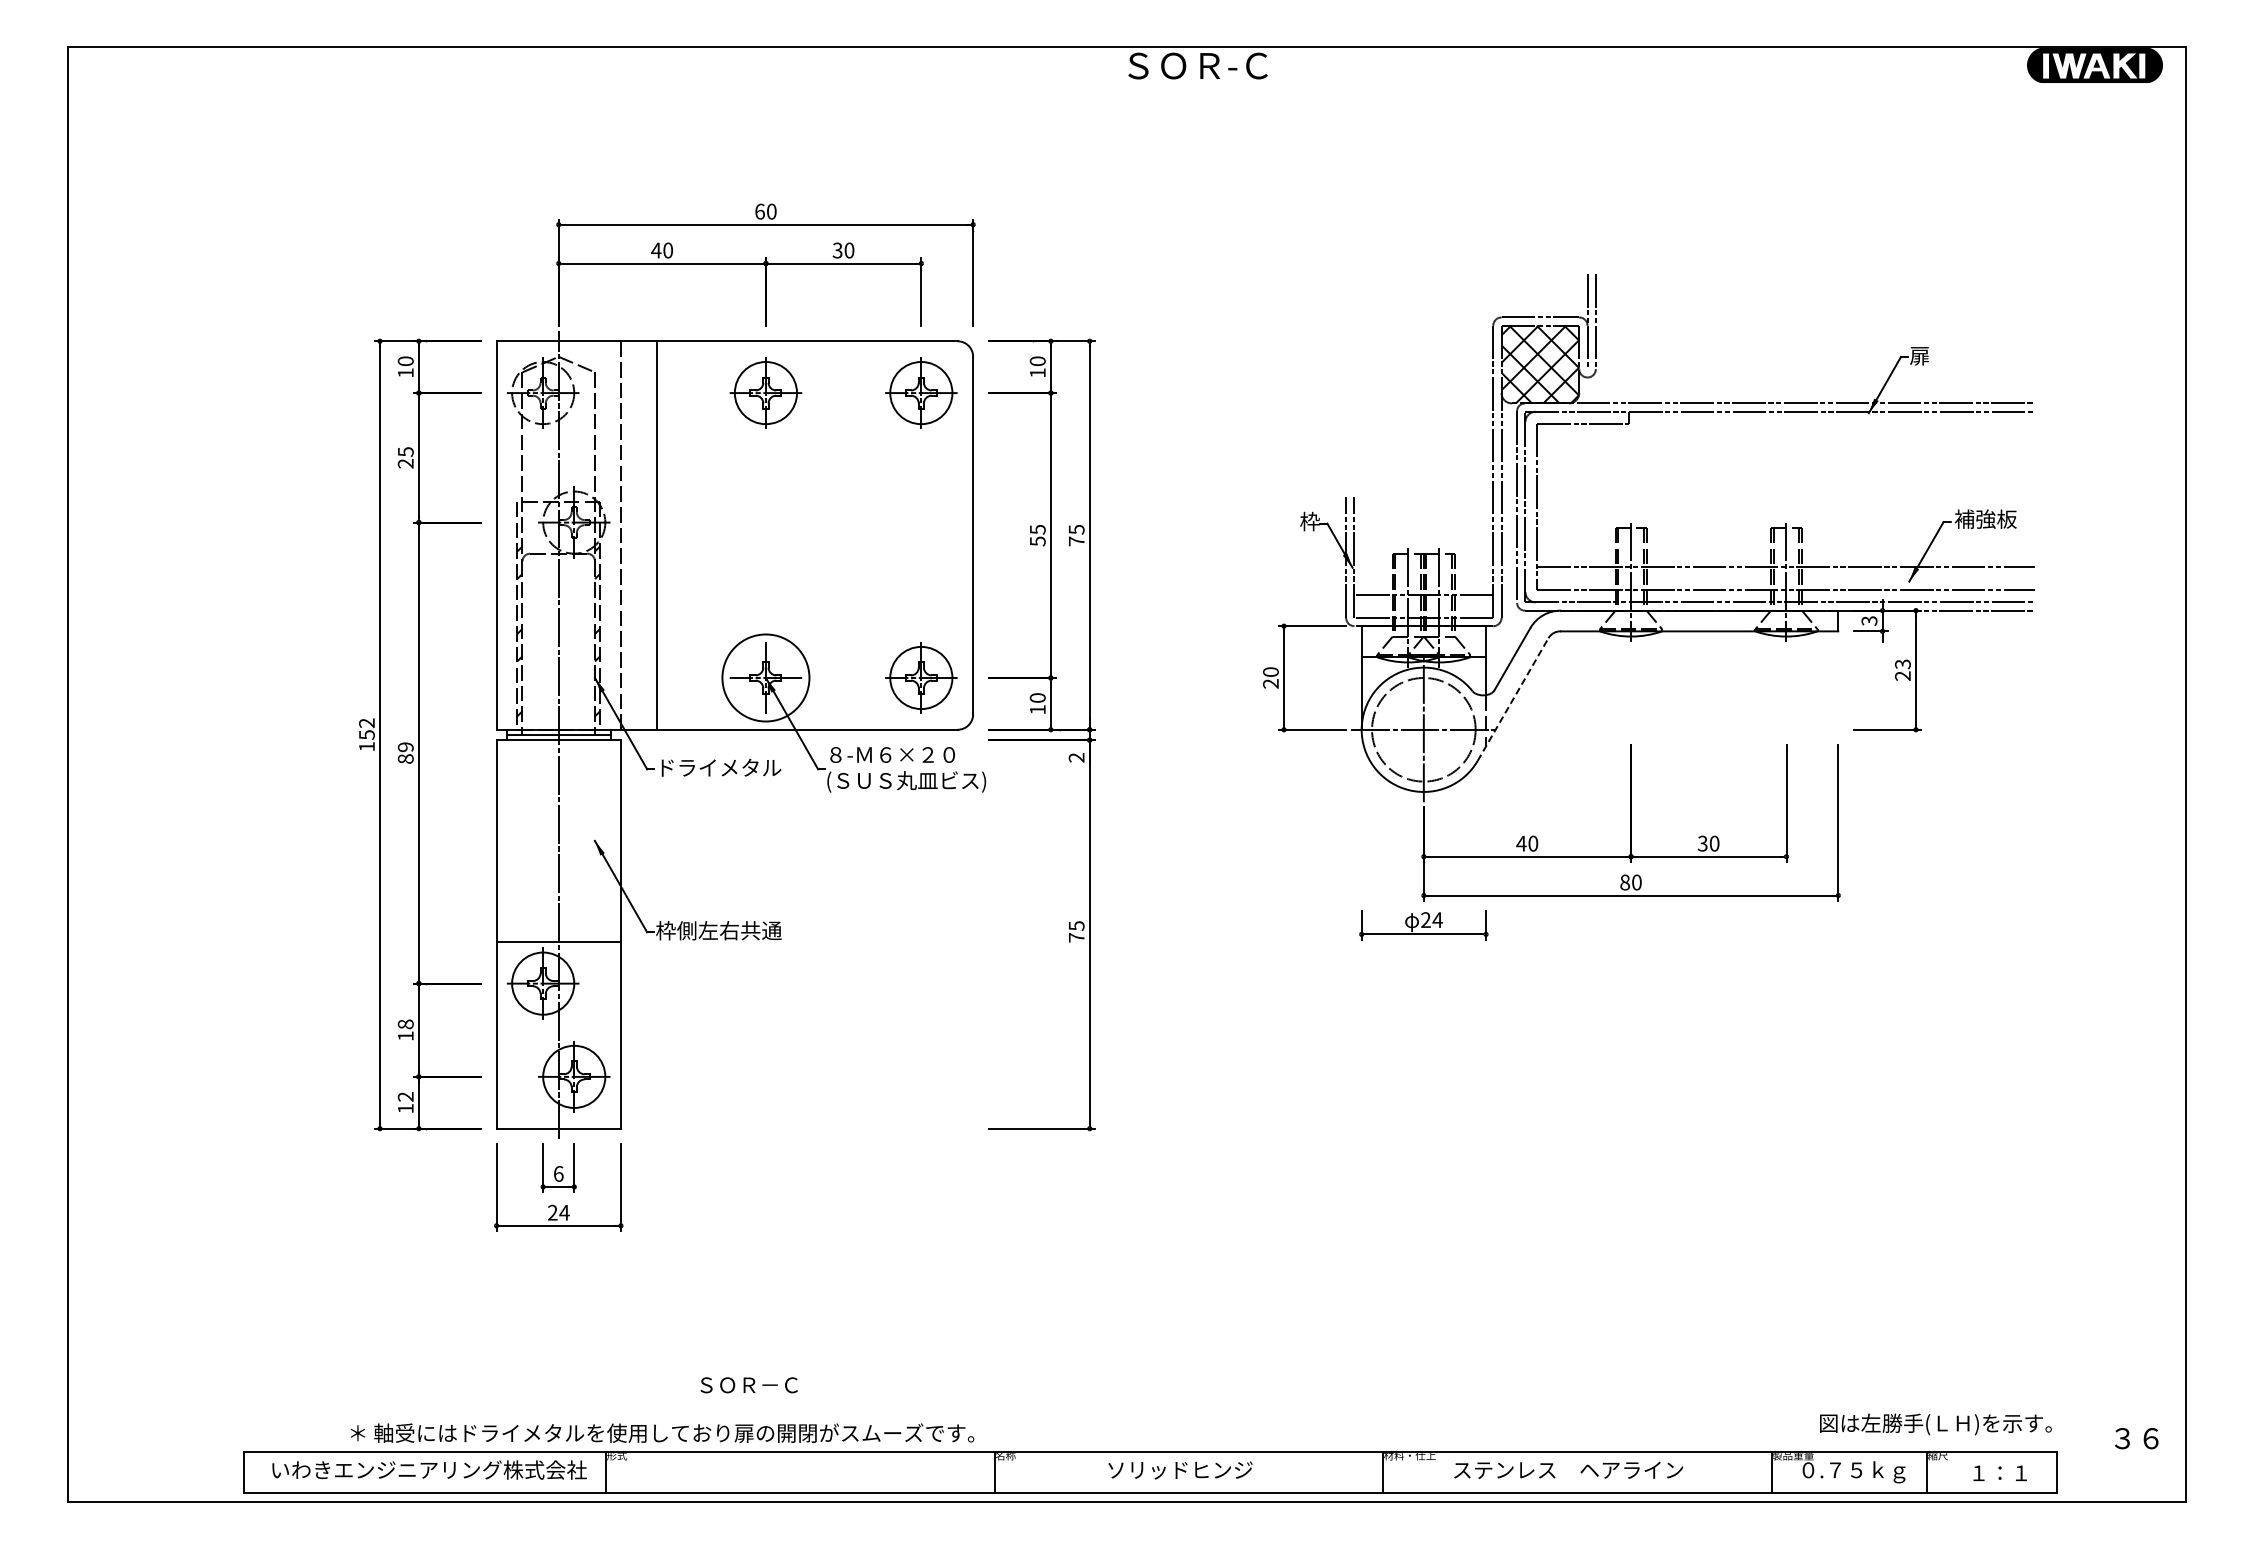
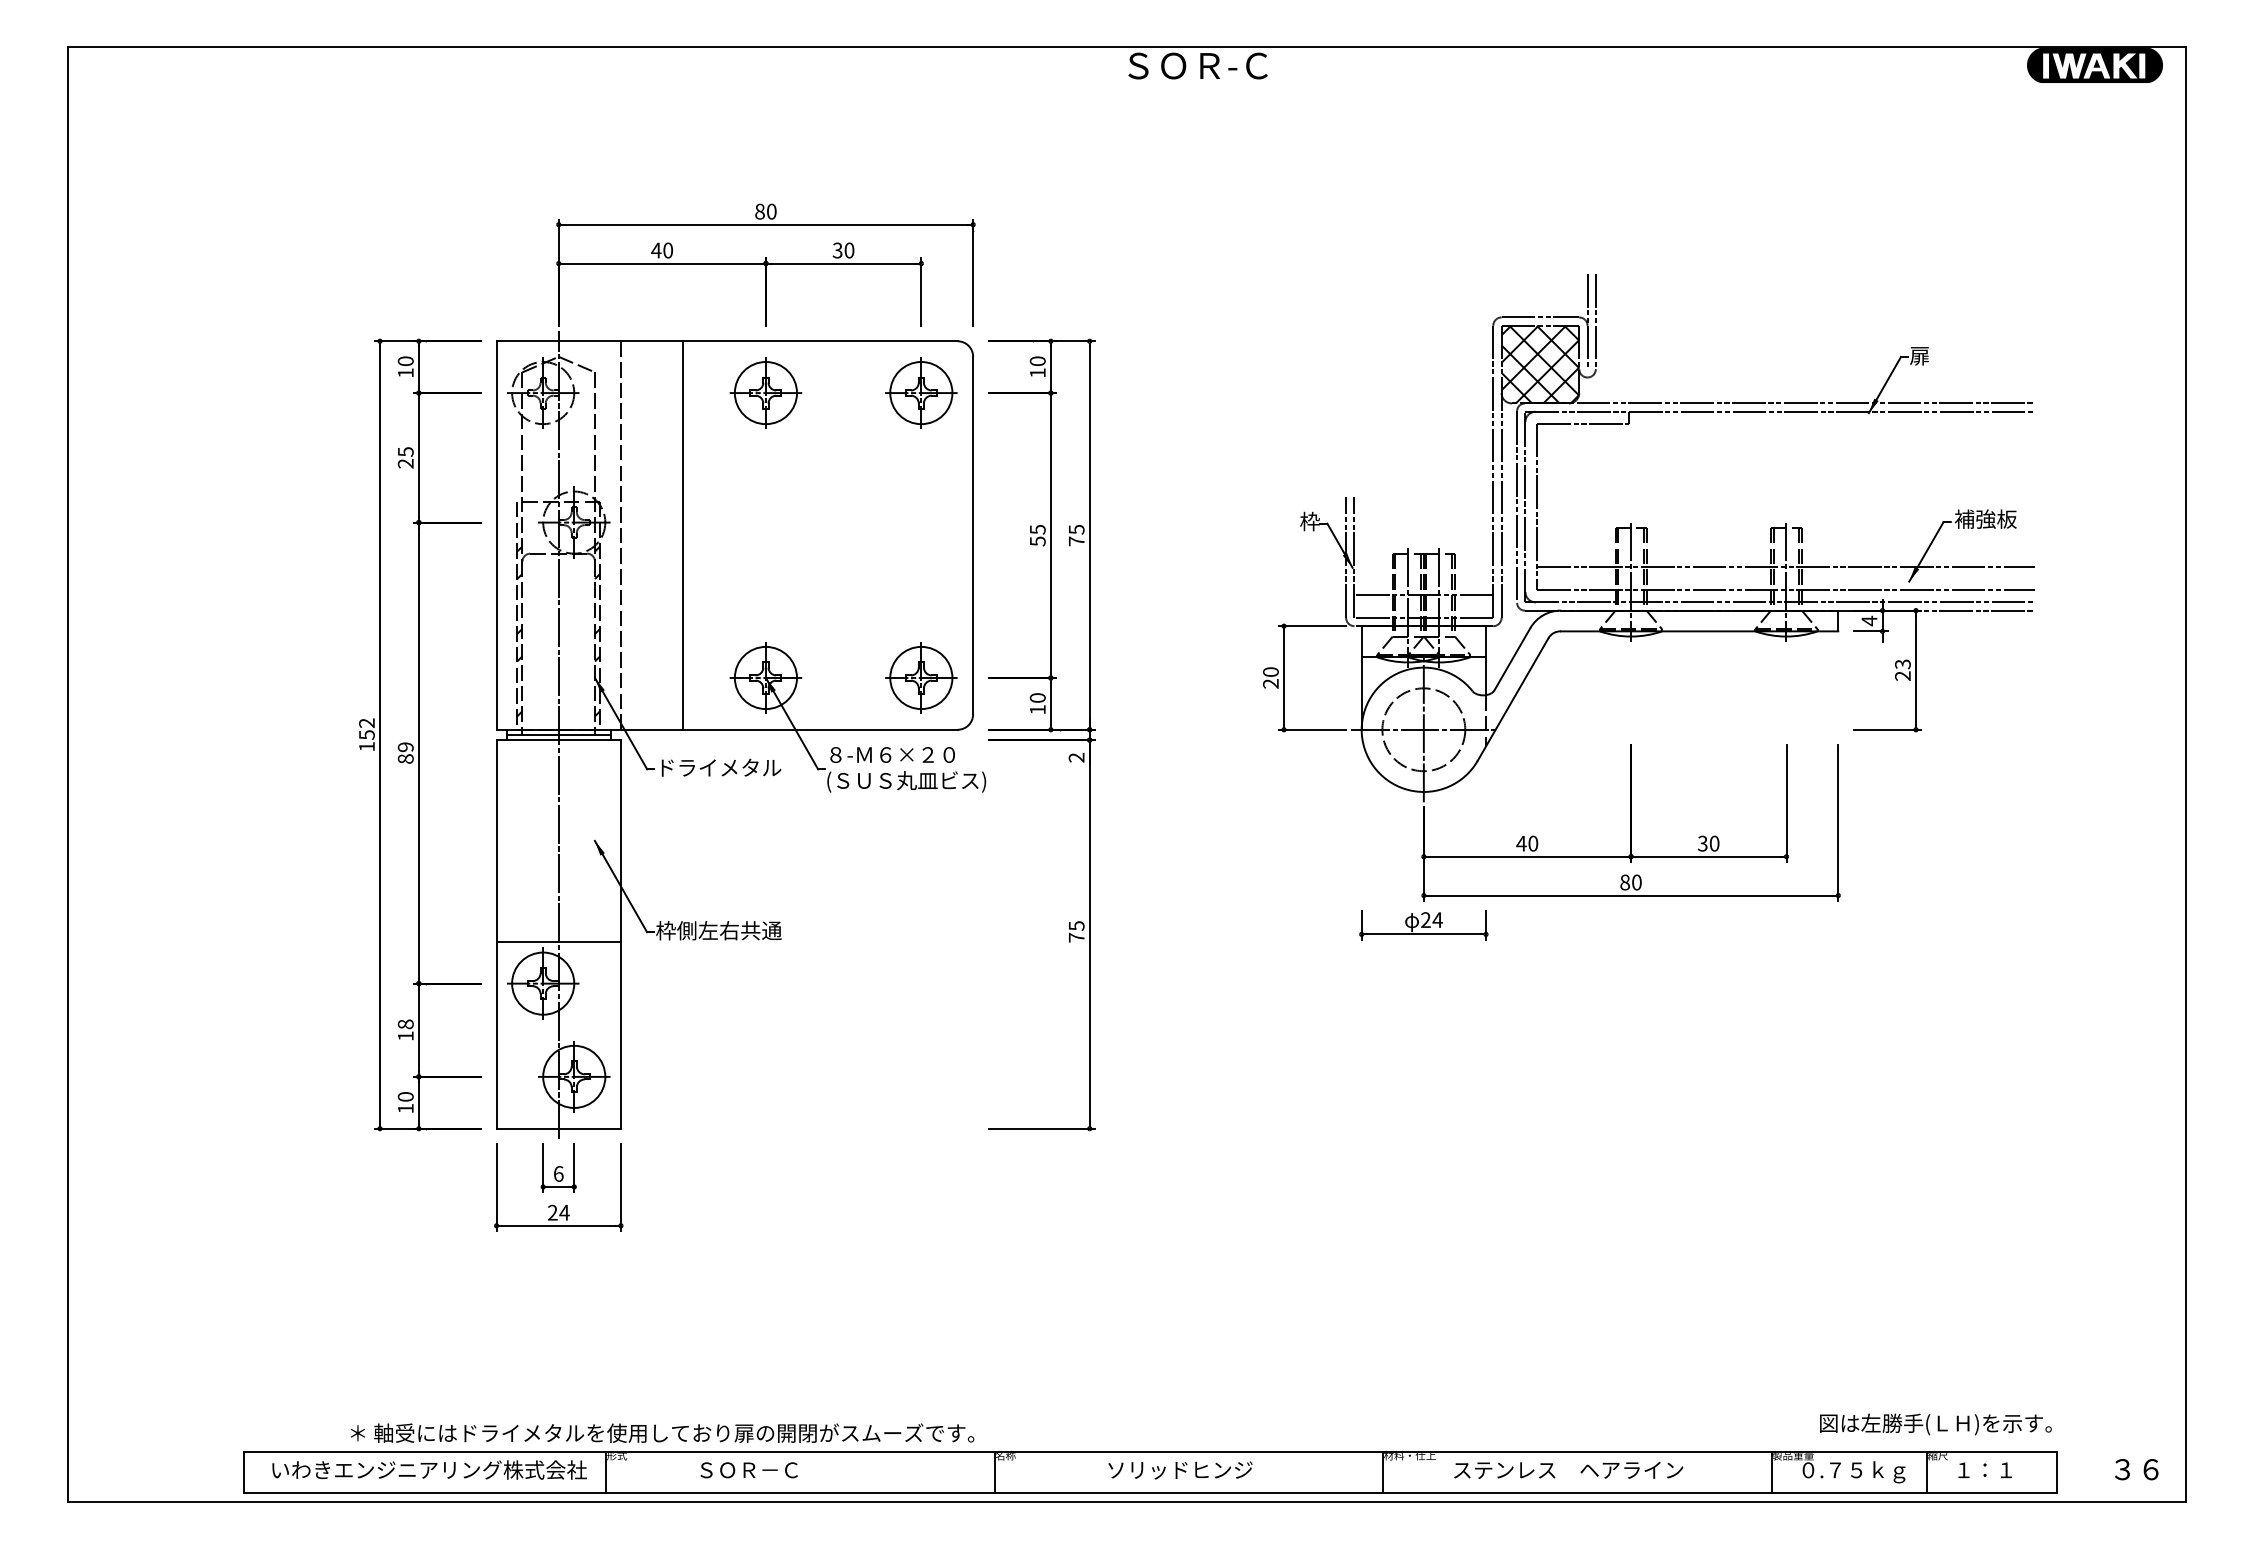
text at (759, 211): 60 -> 80
line at (657, 535) position: (657, 535) -> (683, 535)
text at (1869, 620): 3 -> 4
circle at (765, 677) diameter: 87 px -> 62 px
line at (1513, 699): dashed -> solid
circle at (1423, 729) diameter: 104 px -> 83 px
text at (405, 1096): 12 -> 10
text at (748, 1385) position: (748, 1385) -> (748, 1470)
text at (2136, 1438) position: (2136, 1438) -> (2136, 1469)
text at (1999, 1473) position: (1999, 1473) -> (1984, 1470)
